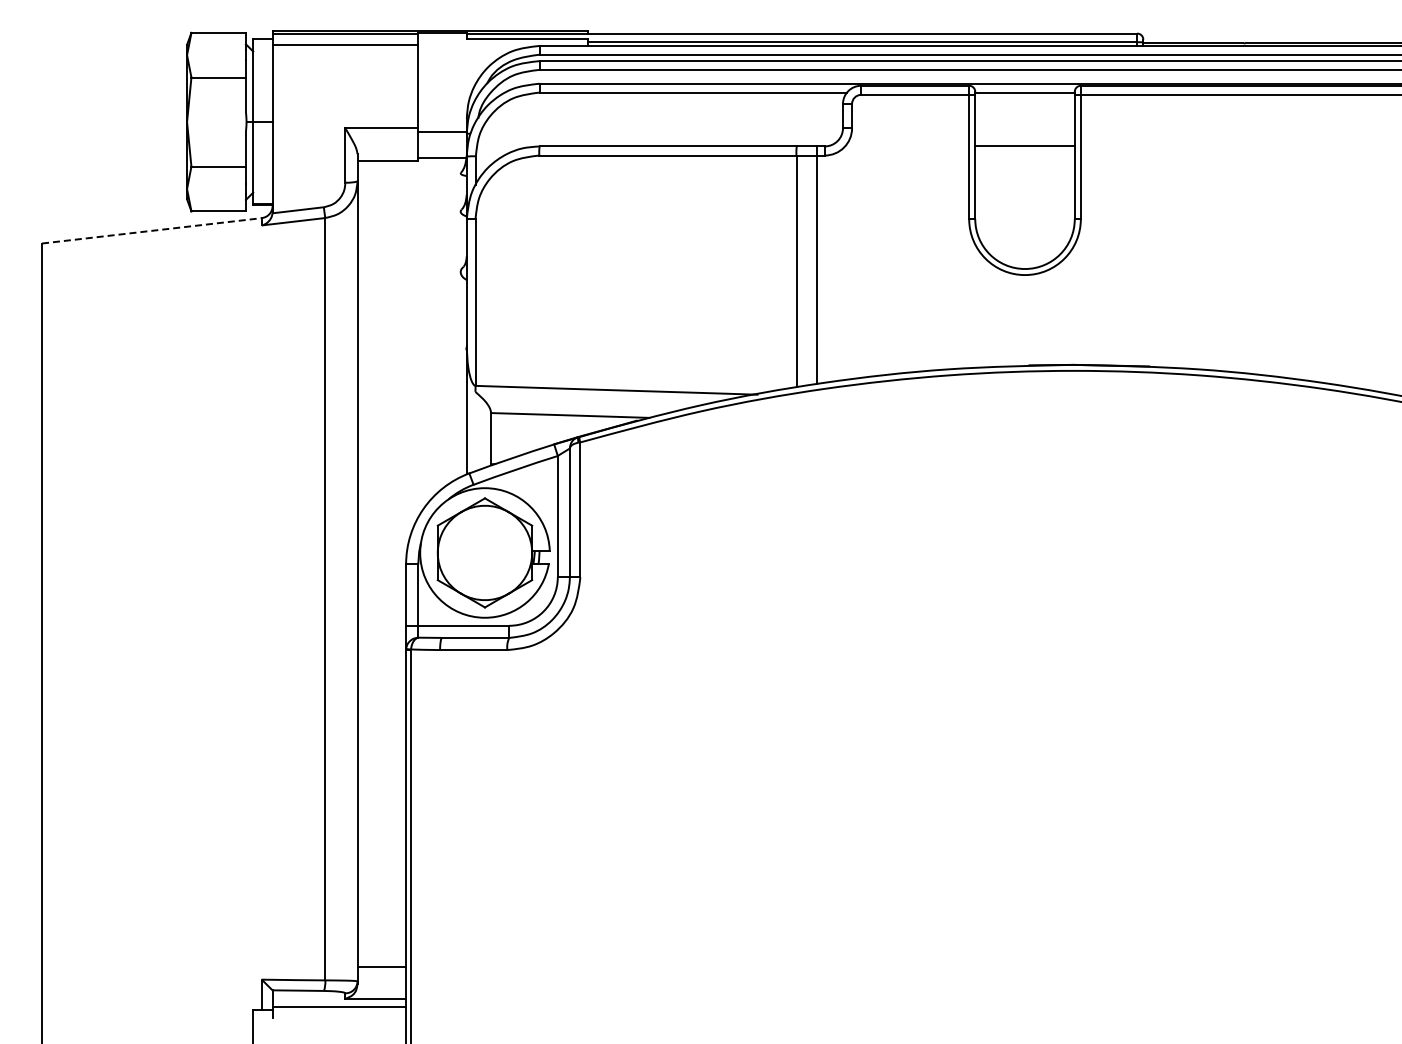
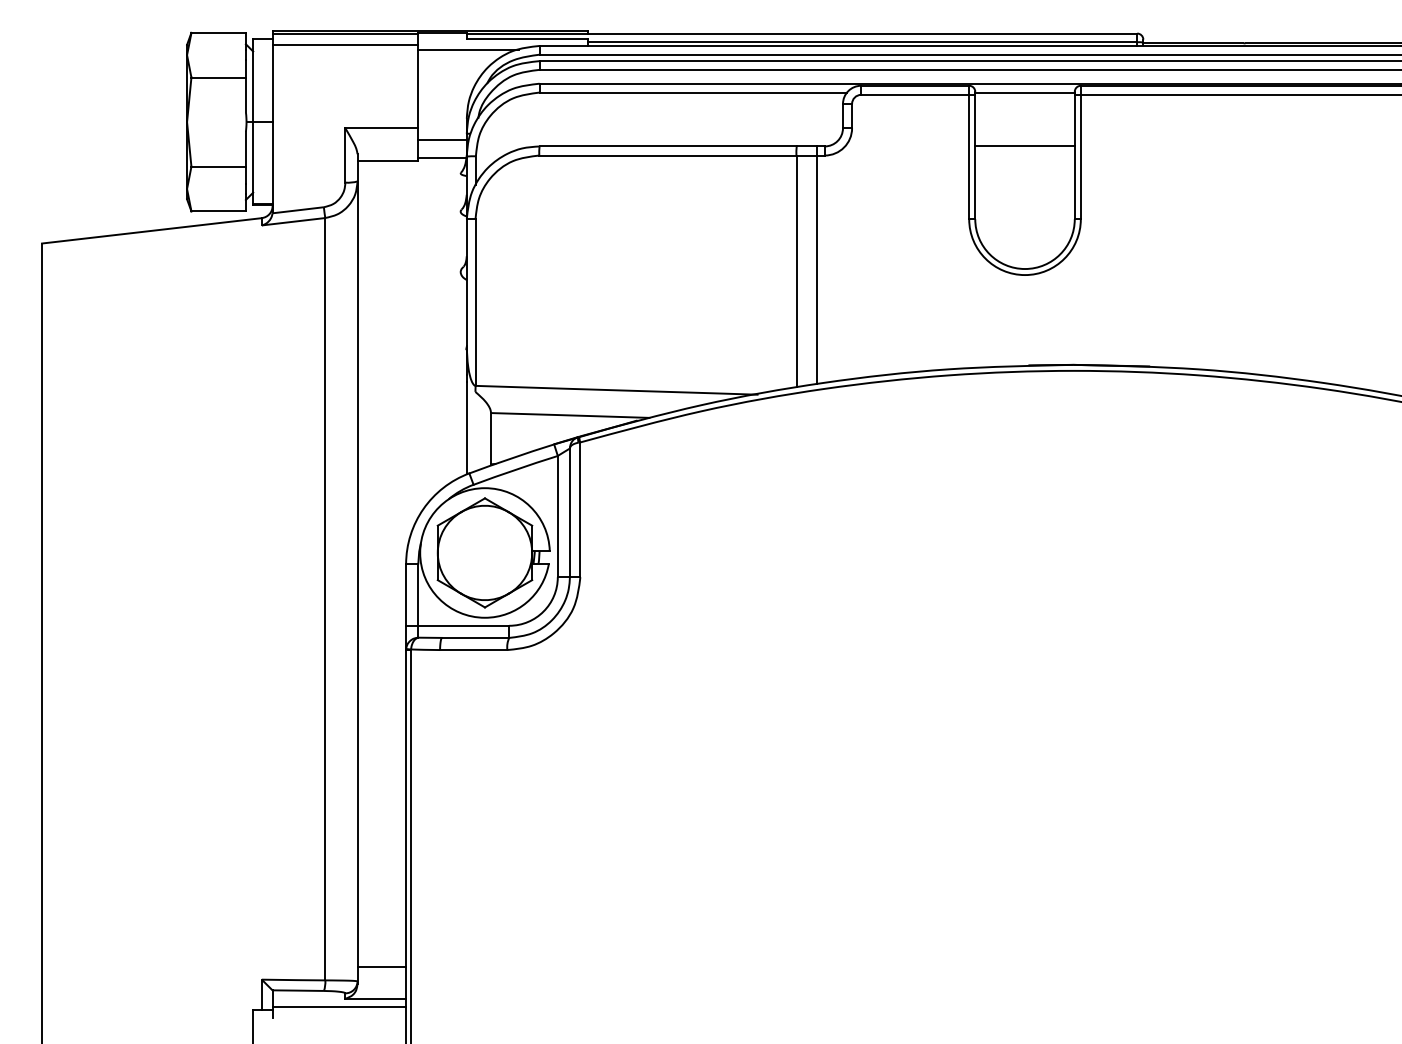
line at (468, 49): none -> present
line at (442, 132) position: (442, 132) -> (442, 140)
line at (151, 230): dashed -> solid
